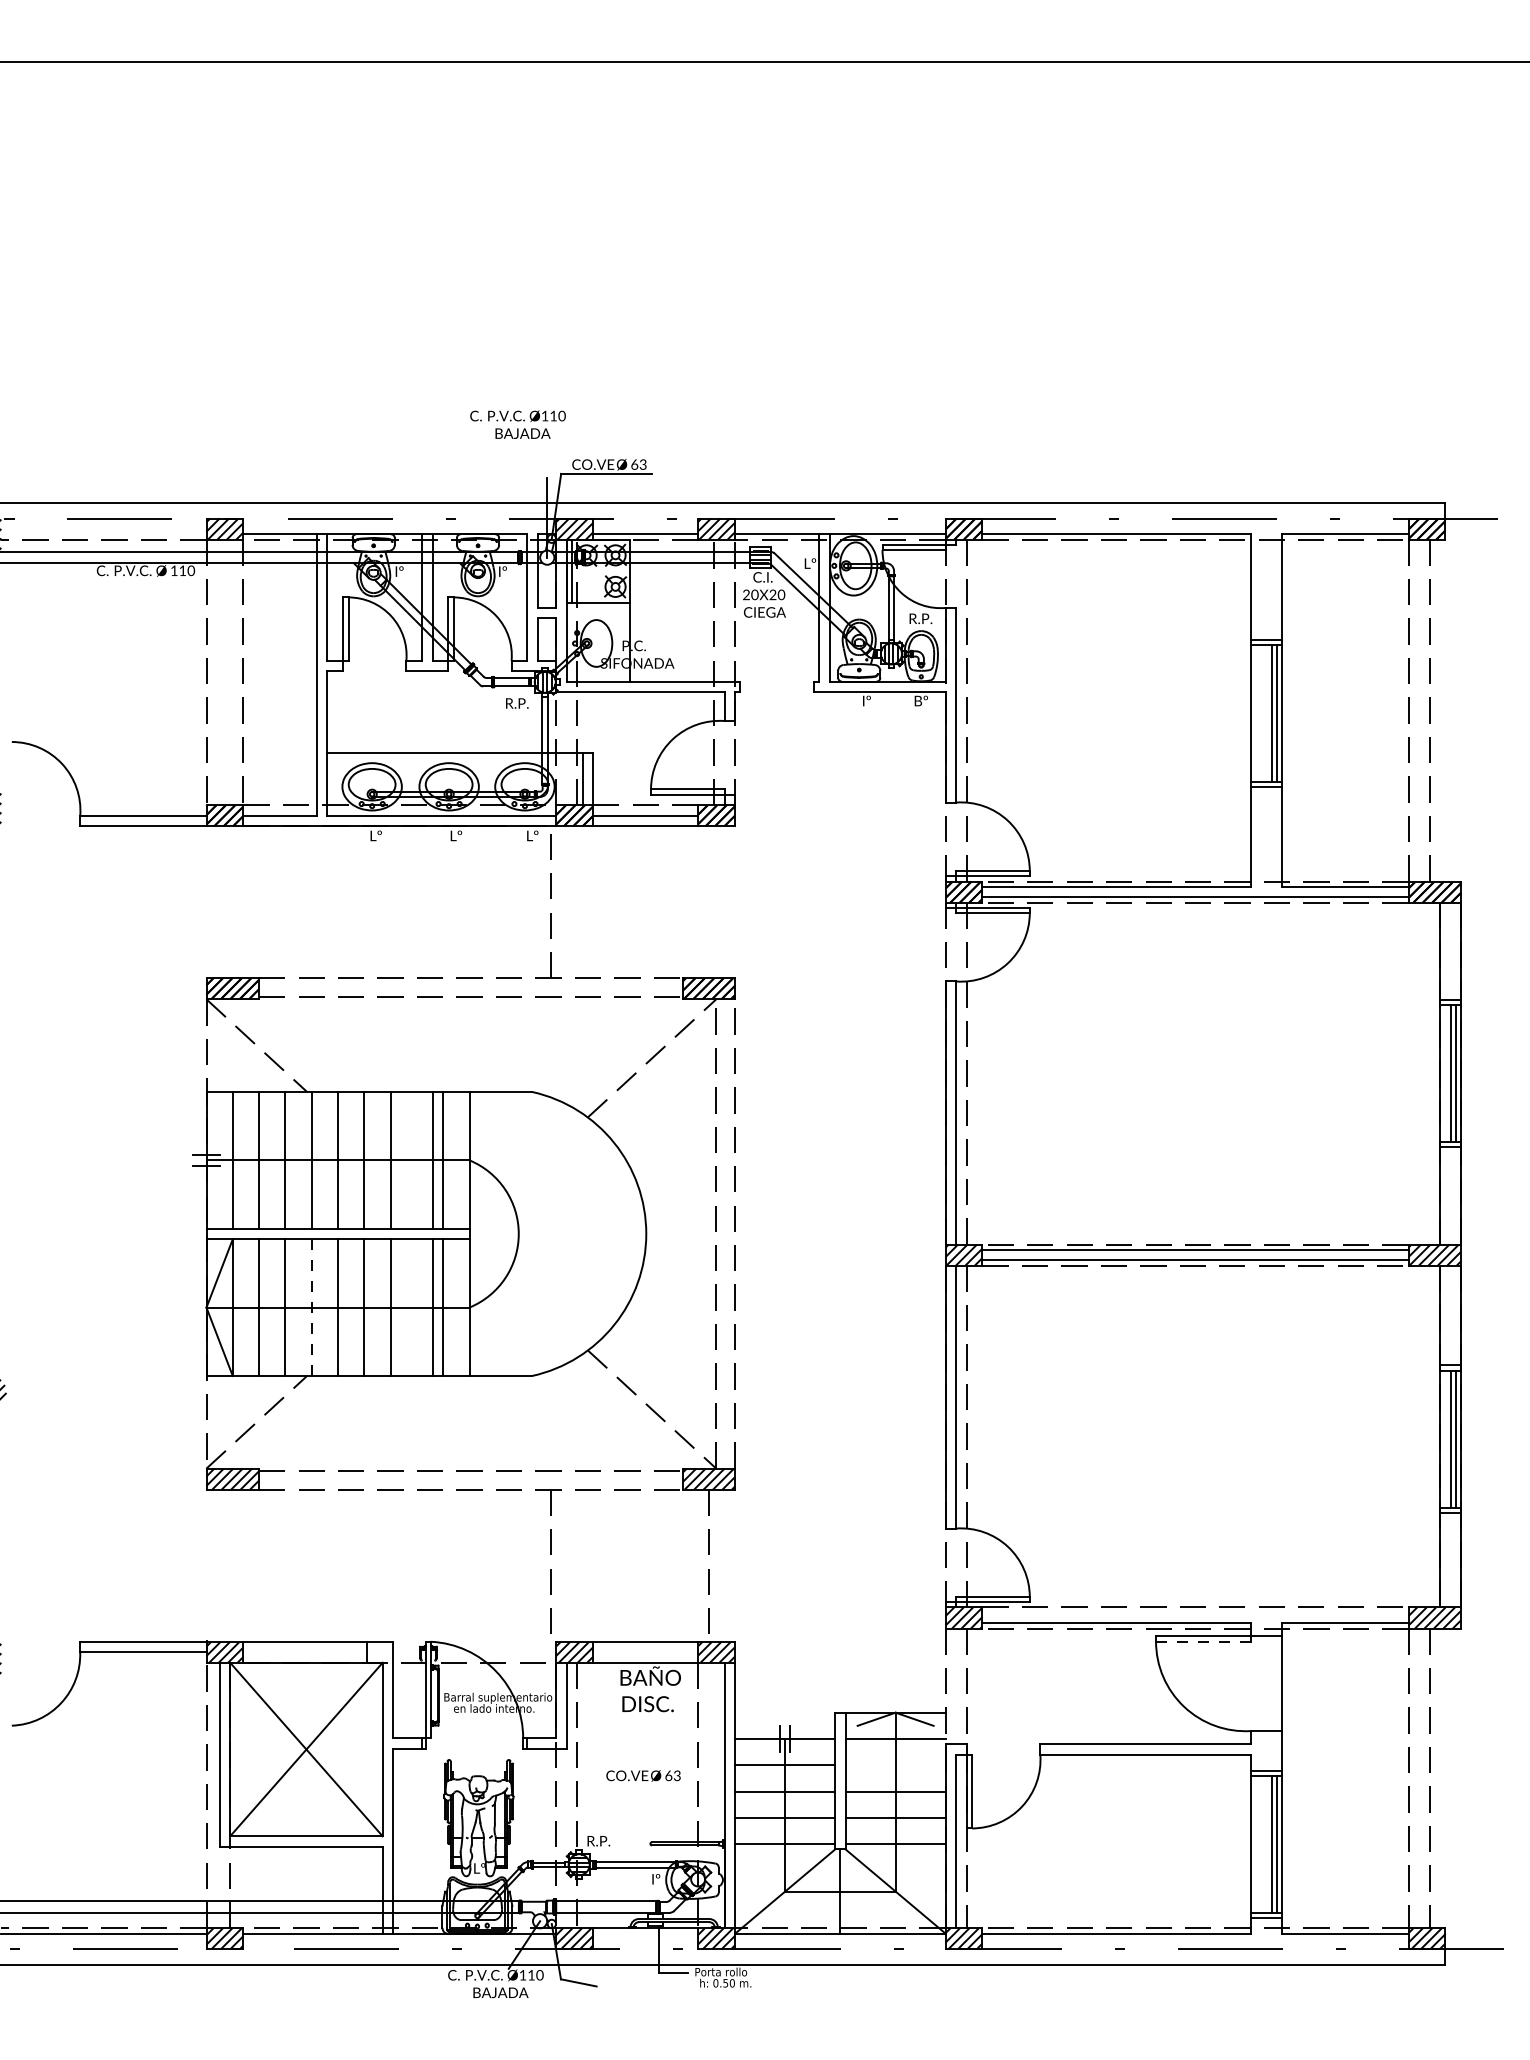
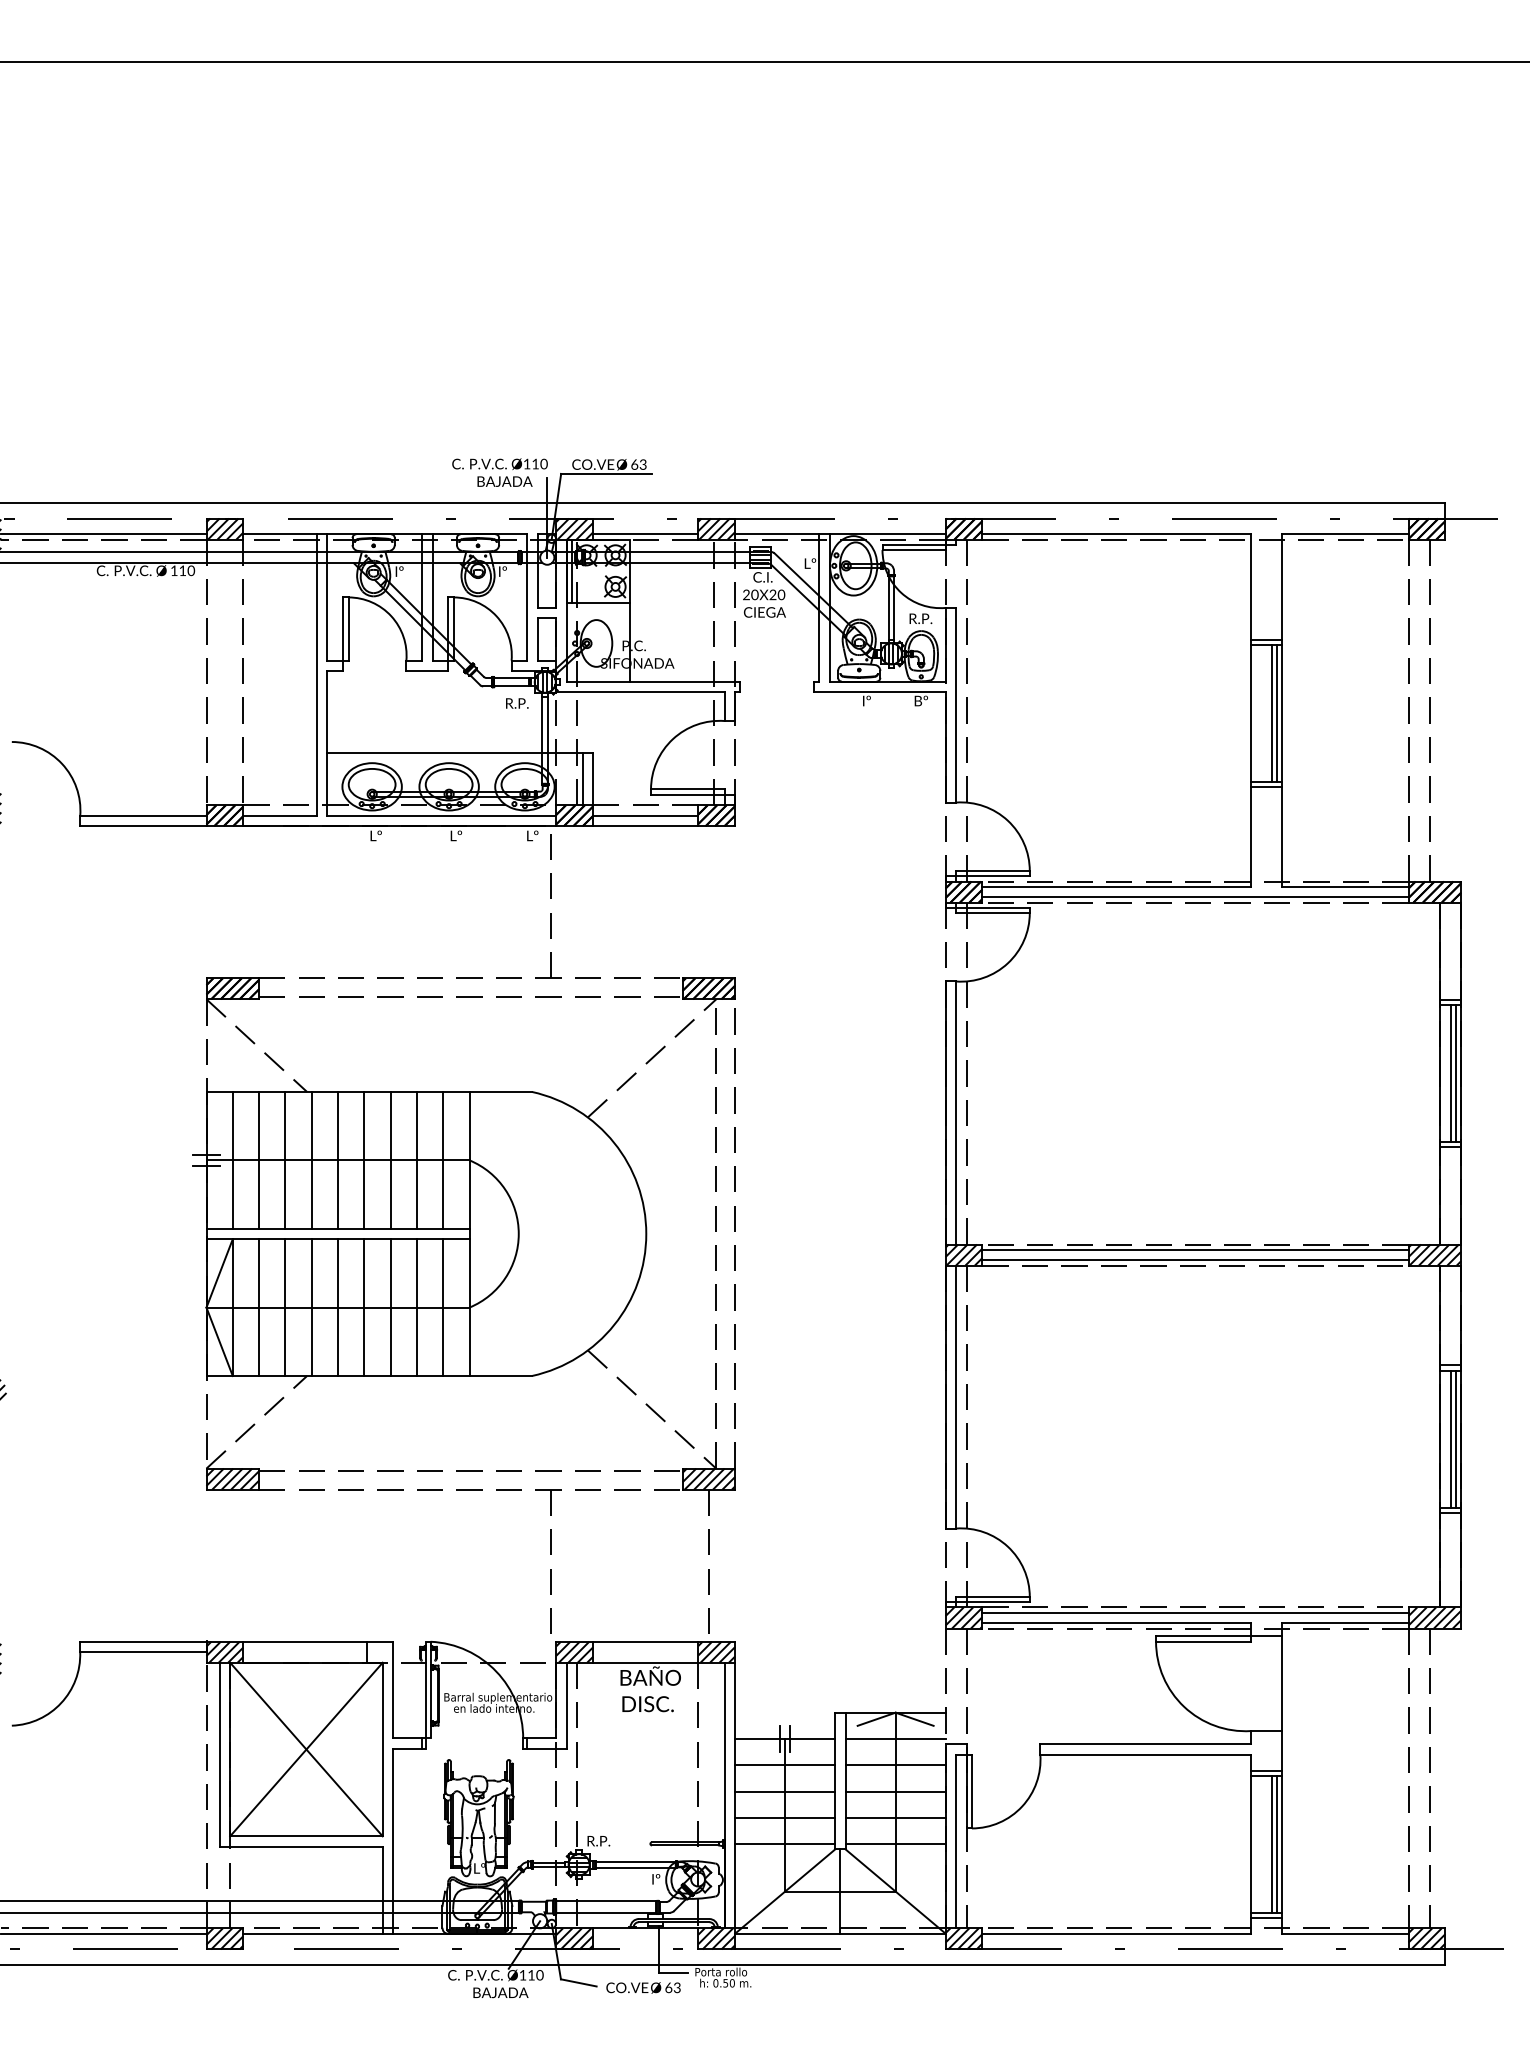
text at (517, 424) position: (517, 424) -> (499, 472)
line at (104, 534): none -> present
line at (432, 1159) position: (432, 1159) -> (416, 1159)
line at (432, 1307) position: (432, 1307) -> (416, 1307)
line at (311, 1308): dashed -> solid
line at (1195, 1612): none -> present
line at (1203, 1641): dashed -> solid
line at (895, 1765): none -> present
text at (643, 1775) position: (643, 1775) -> (643, 1987)
